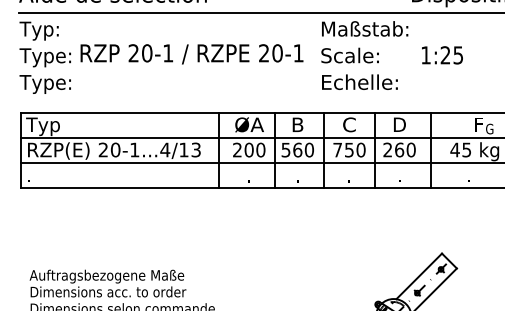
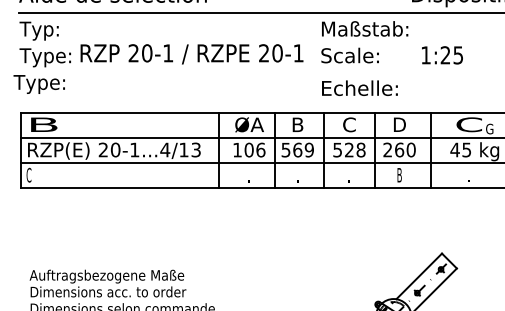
text at (359, 81) position: (359, 81) -> (359, 87)
text at (44, 84) position: (44, 84) -> (38, 84)
text at (469, 124): F -> C
text at (42, 126): Typ -> B
text at (249, 149): 200 -> 106
text at (349, 149): 750 -> 528
text at (308, 150): 560 -> 569
text at (28, 174): . -> C
text at (399, 175): . -> B
